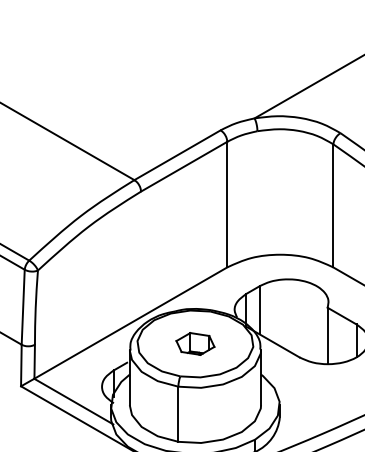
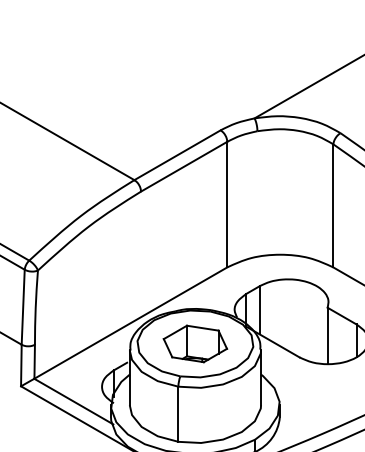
part at (195, 343) size: 41x24 px -> 67x40 px
